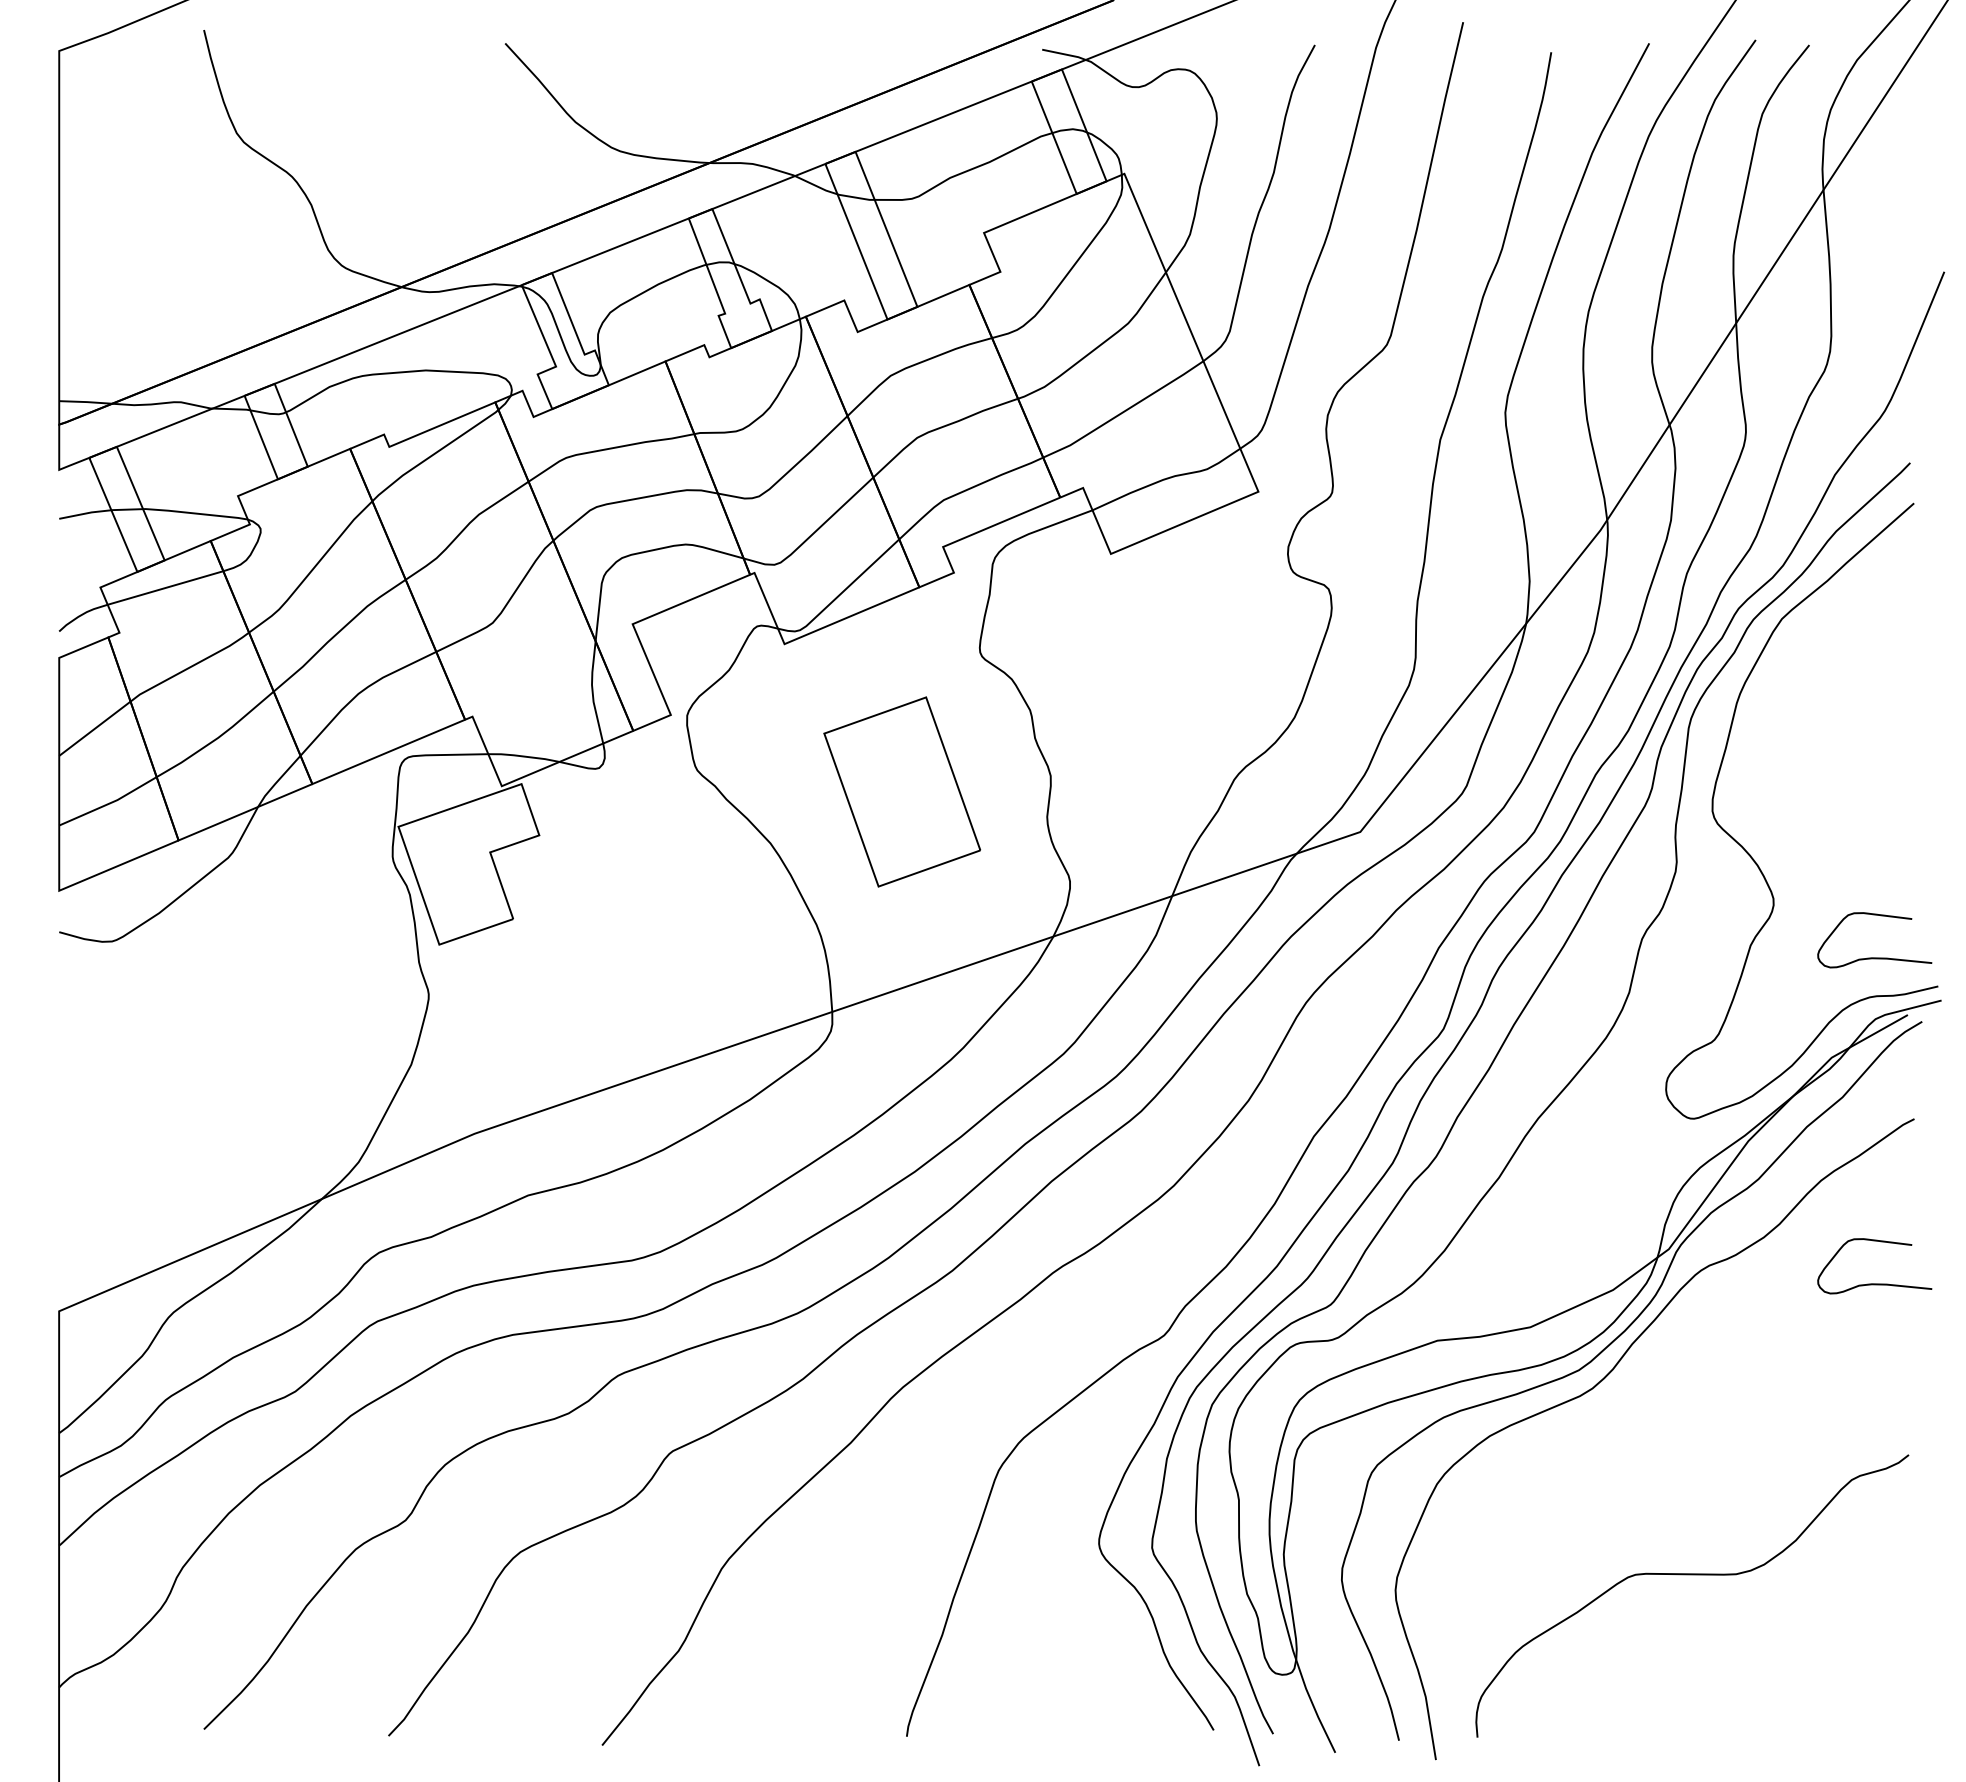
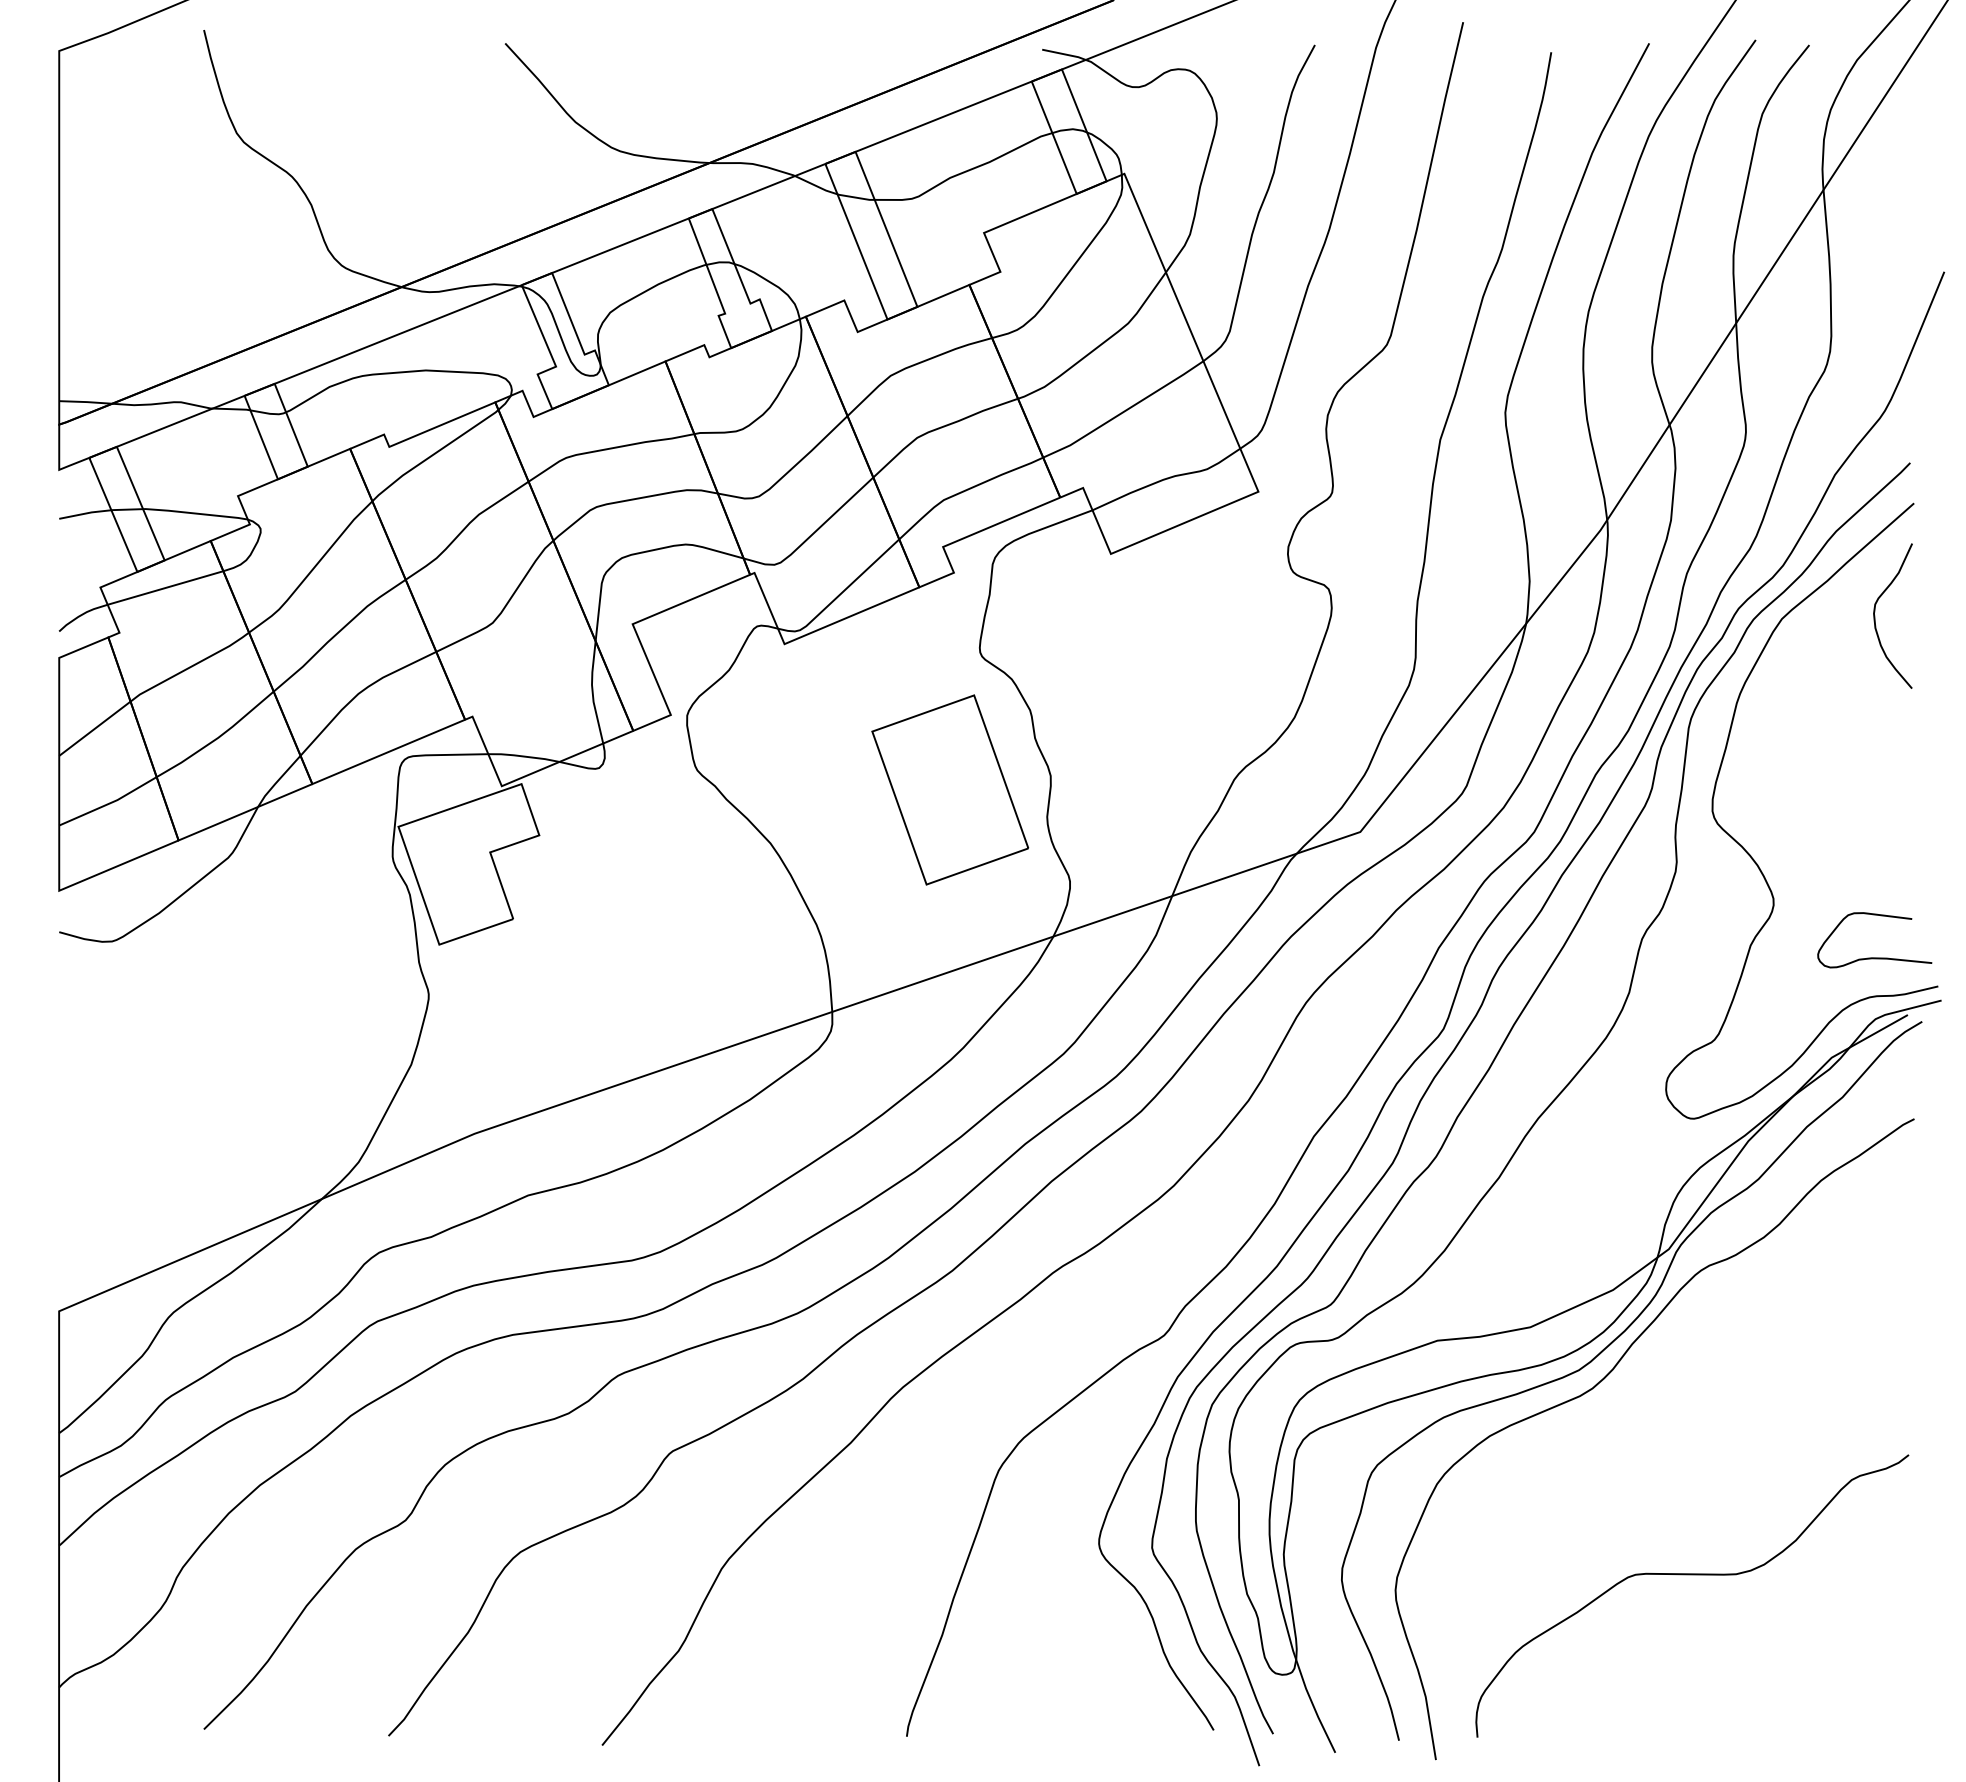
curve at (1875, 615): none -> present
part at (902, 791) position: (902, 791) -> (950, 789)
curve at (1874, 1283): present -> none
